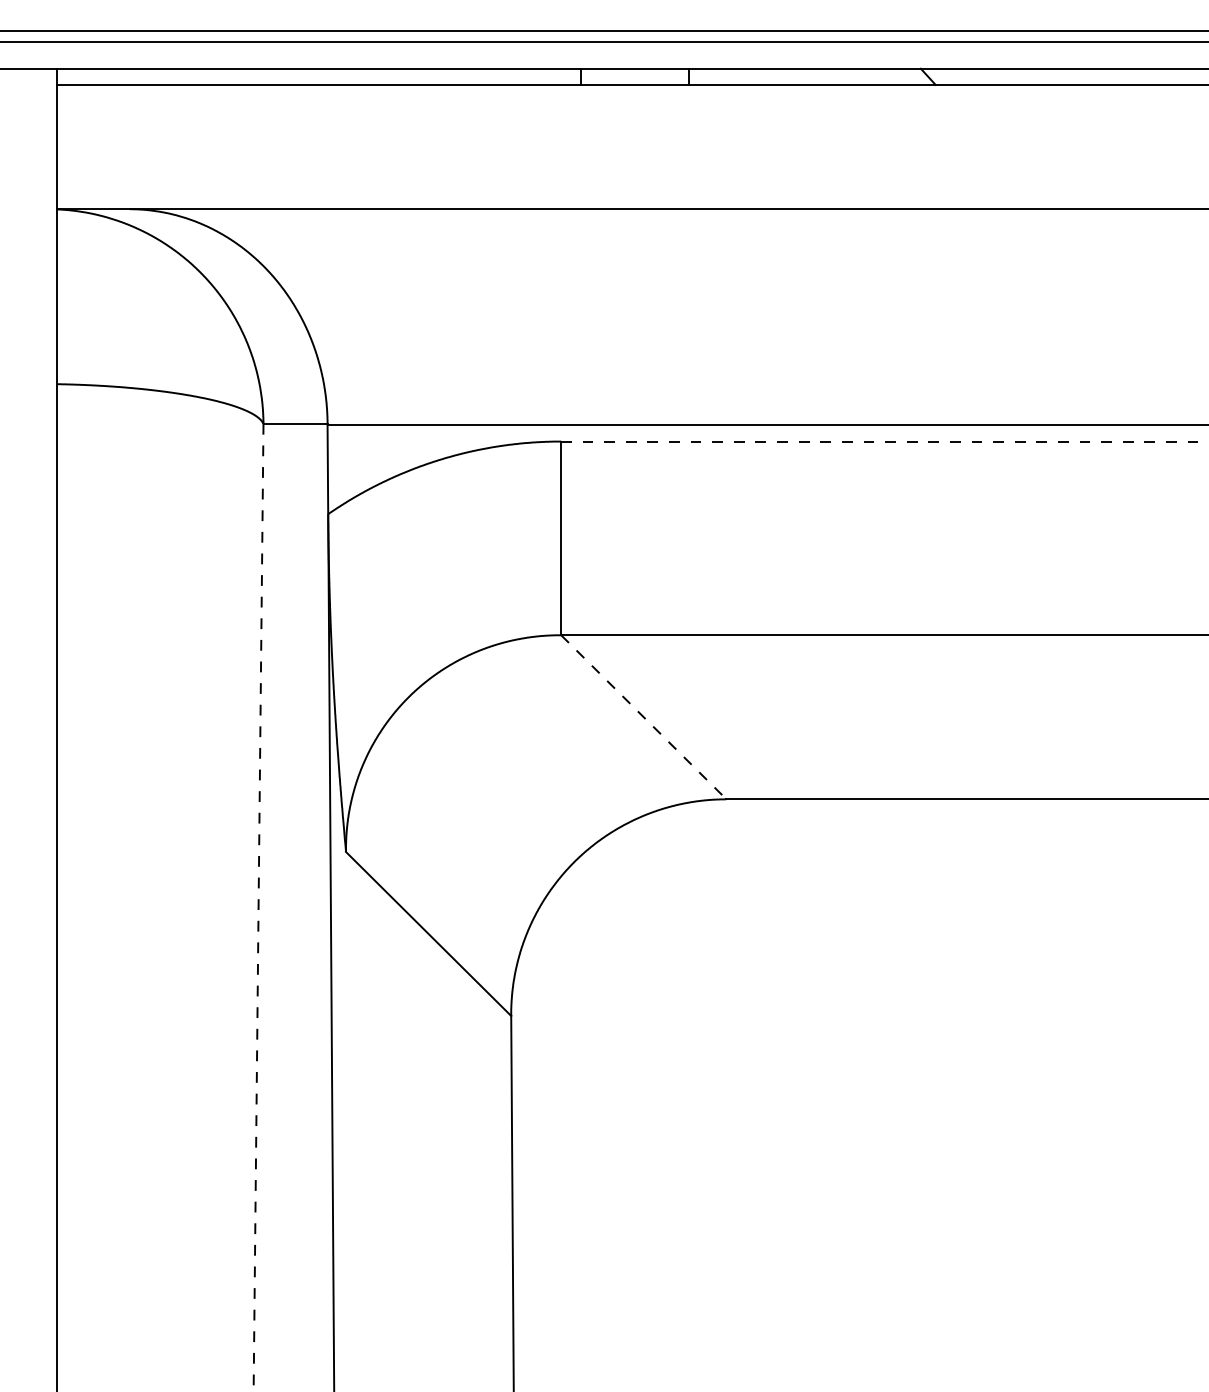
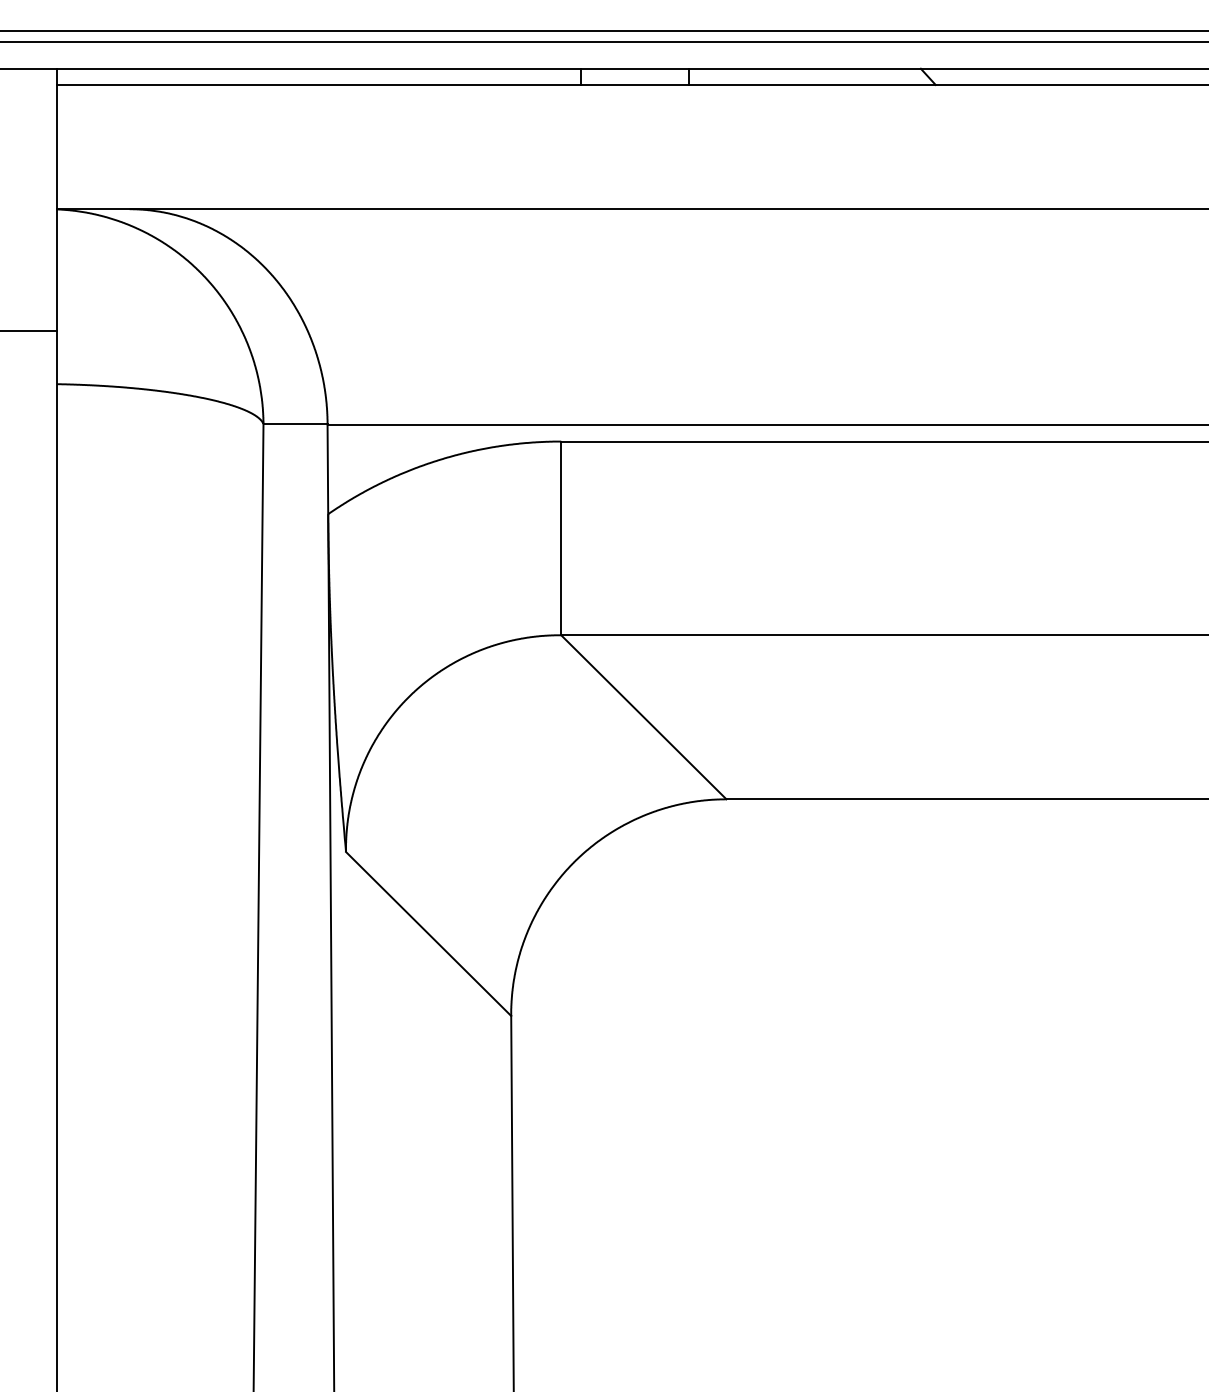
line at (29, 331): none -> present
line at (884, 441): dashed -> solid
line at (644, 717): dashed -> solid
line at (258, 907): dashed -> solid
